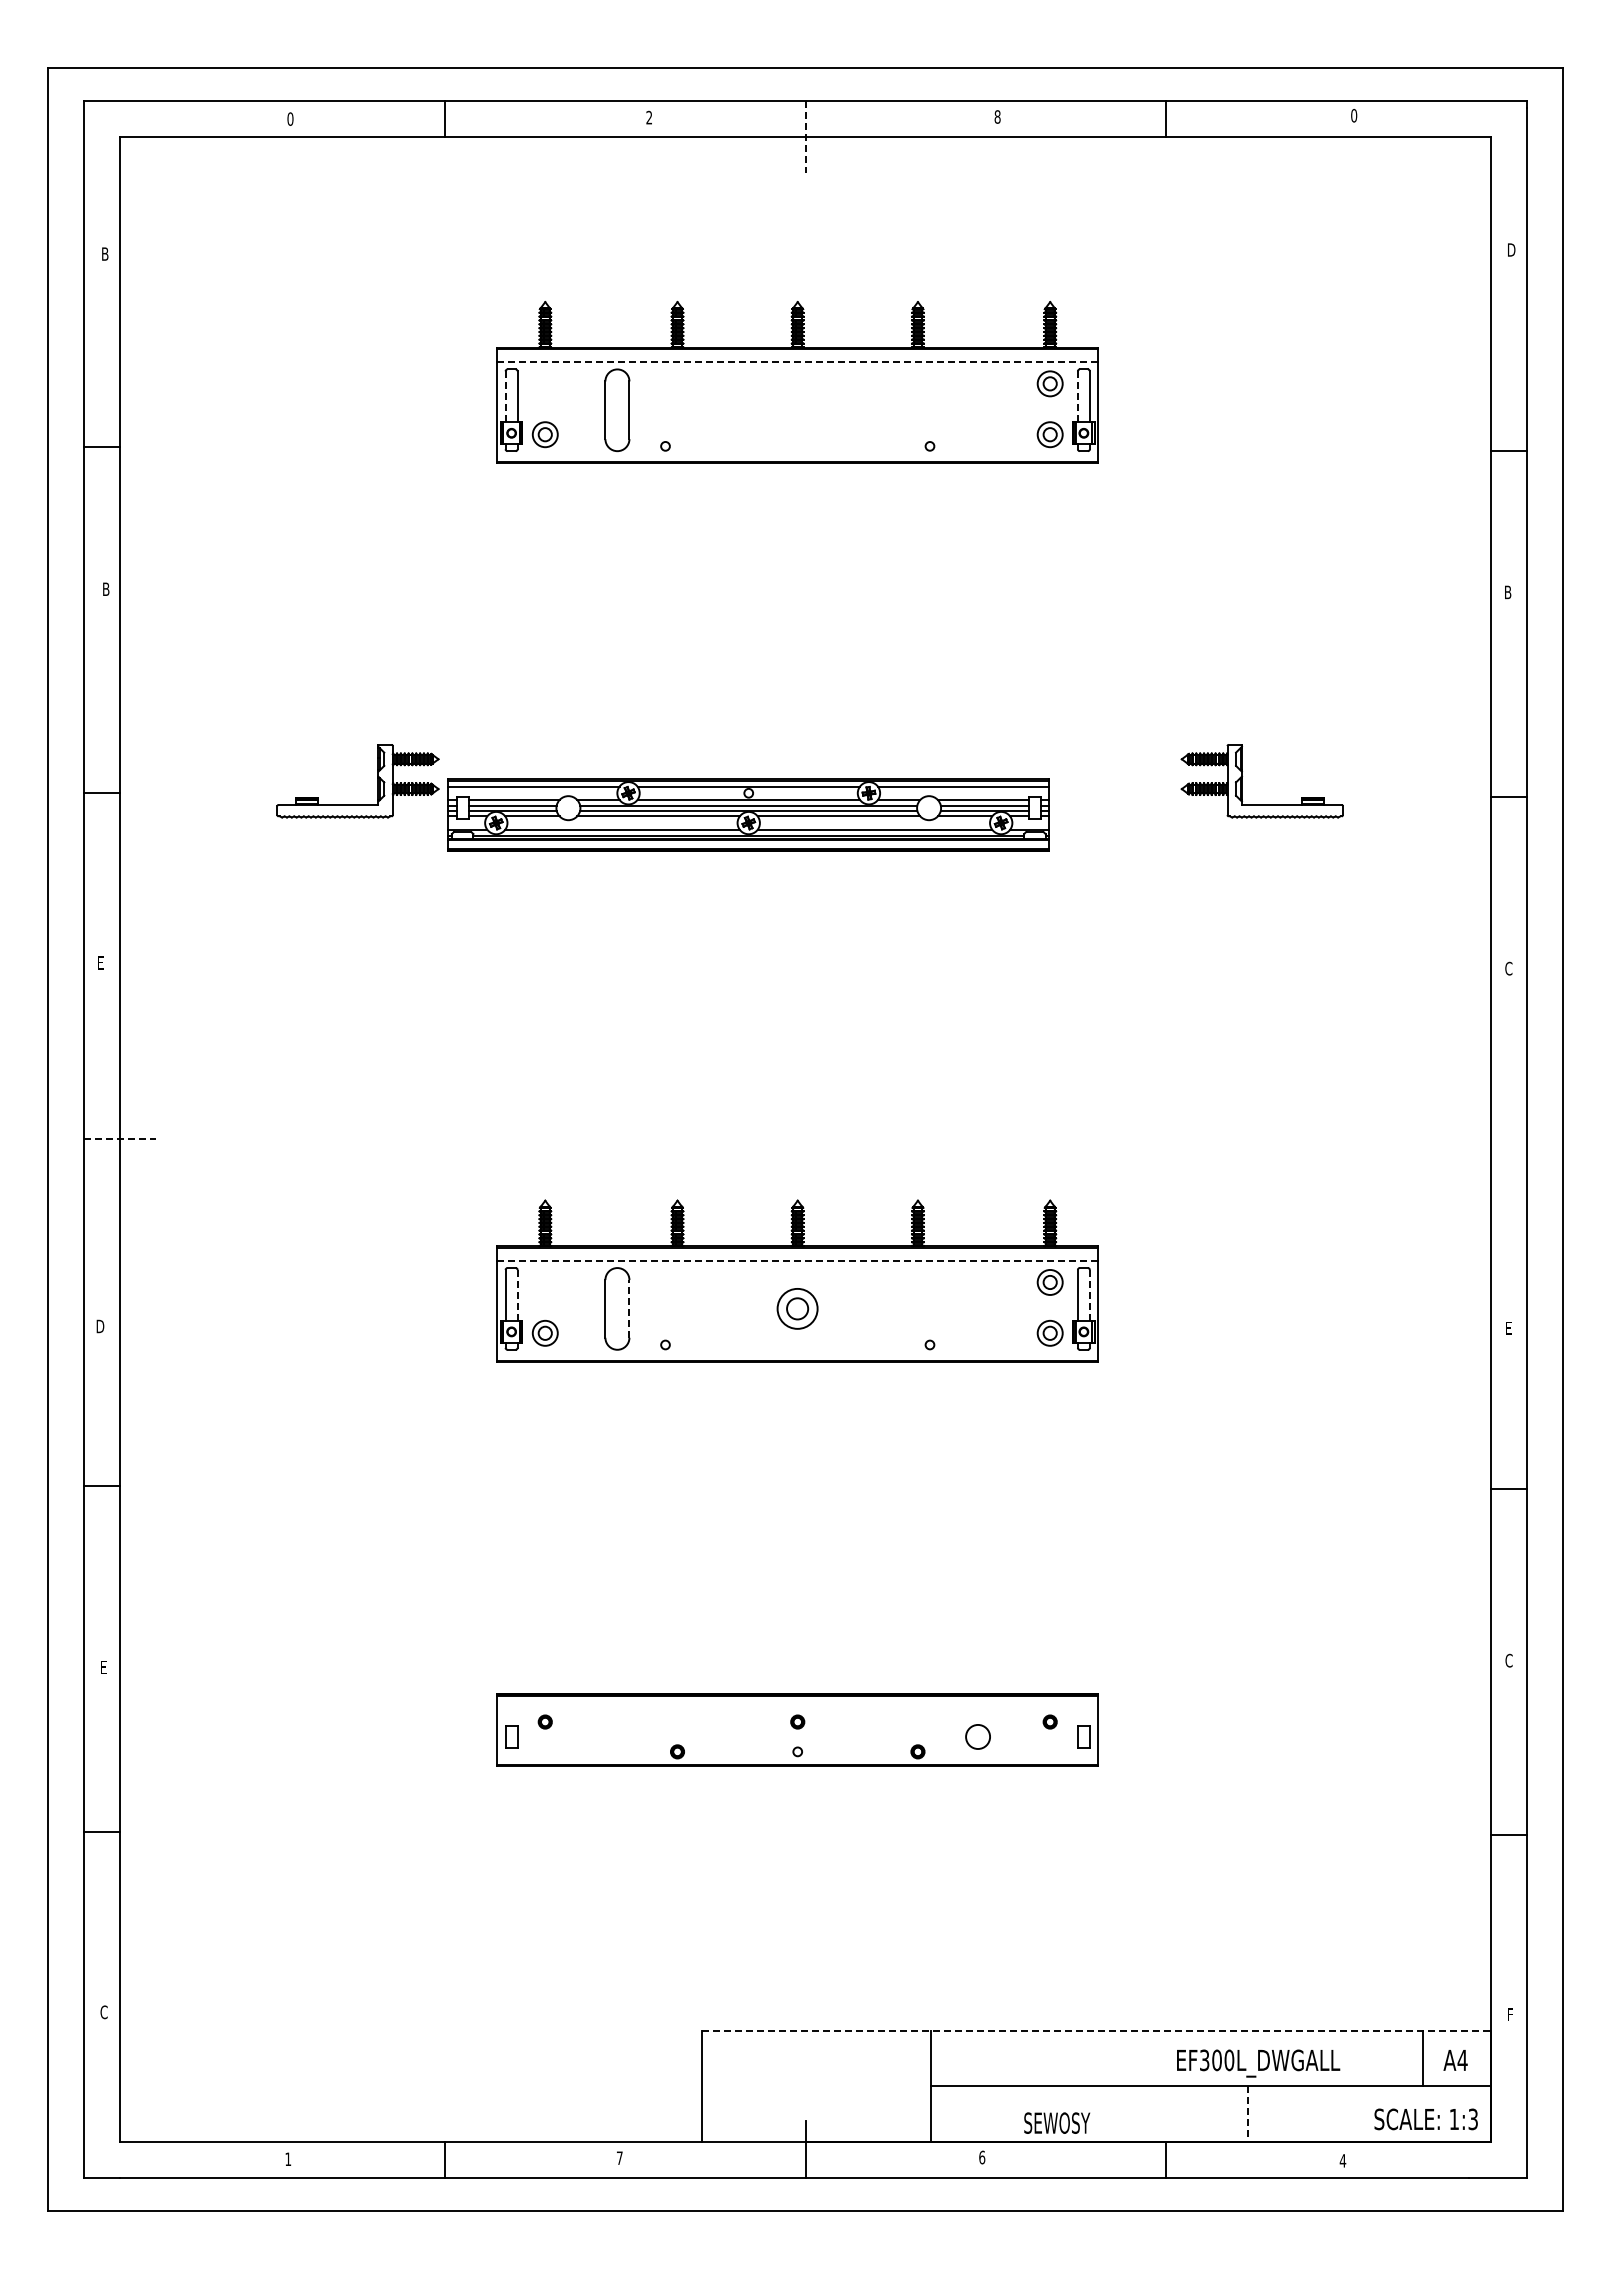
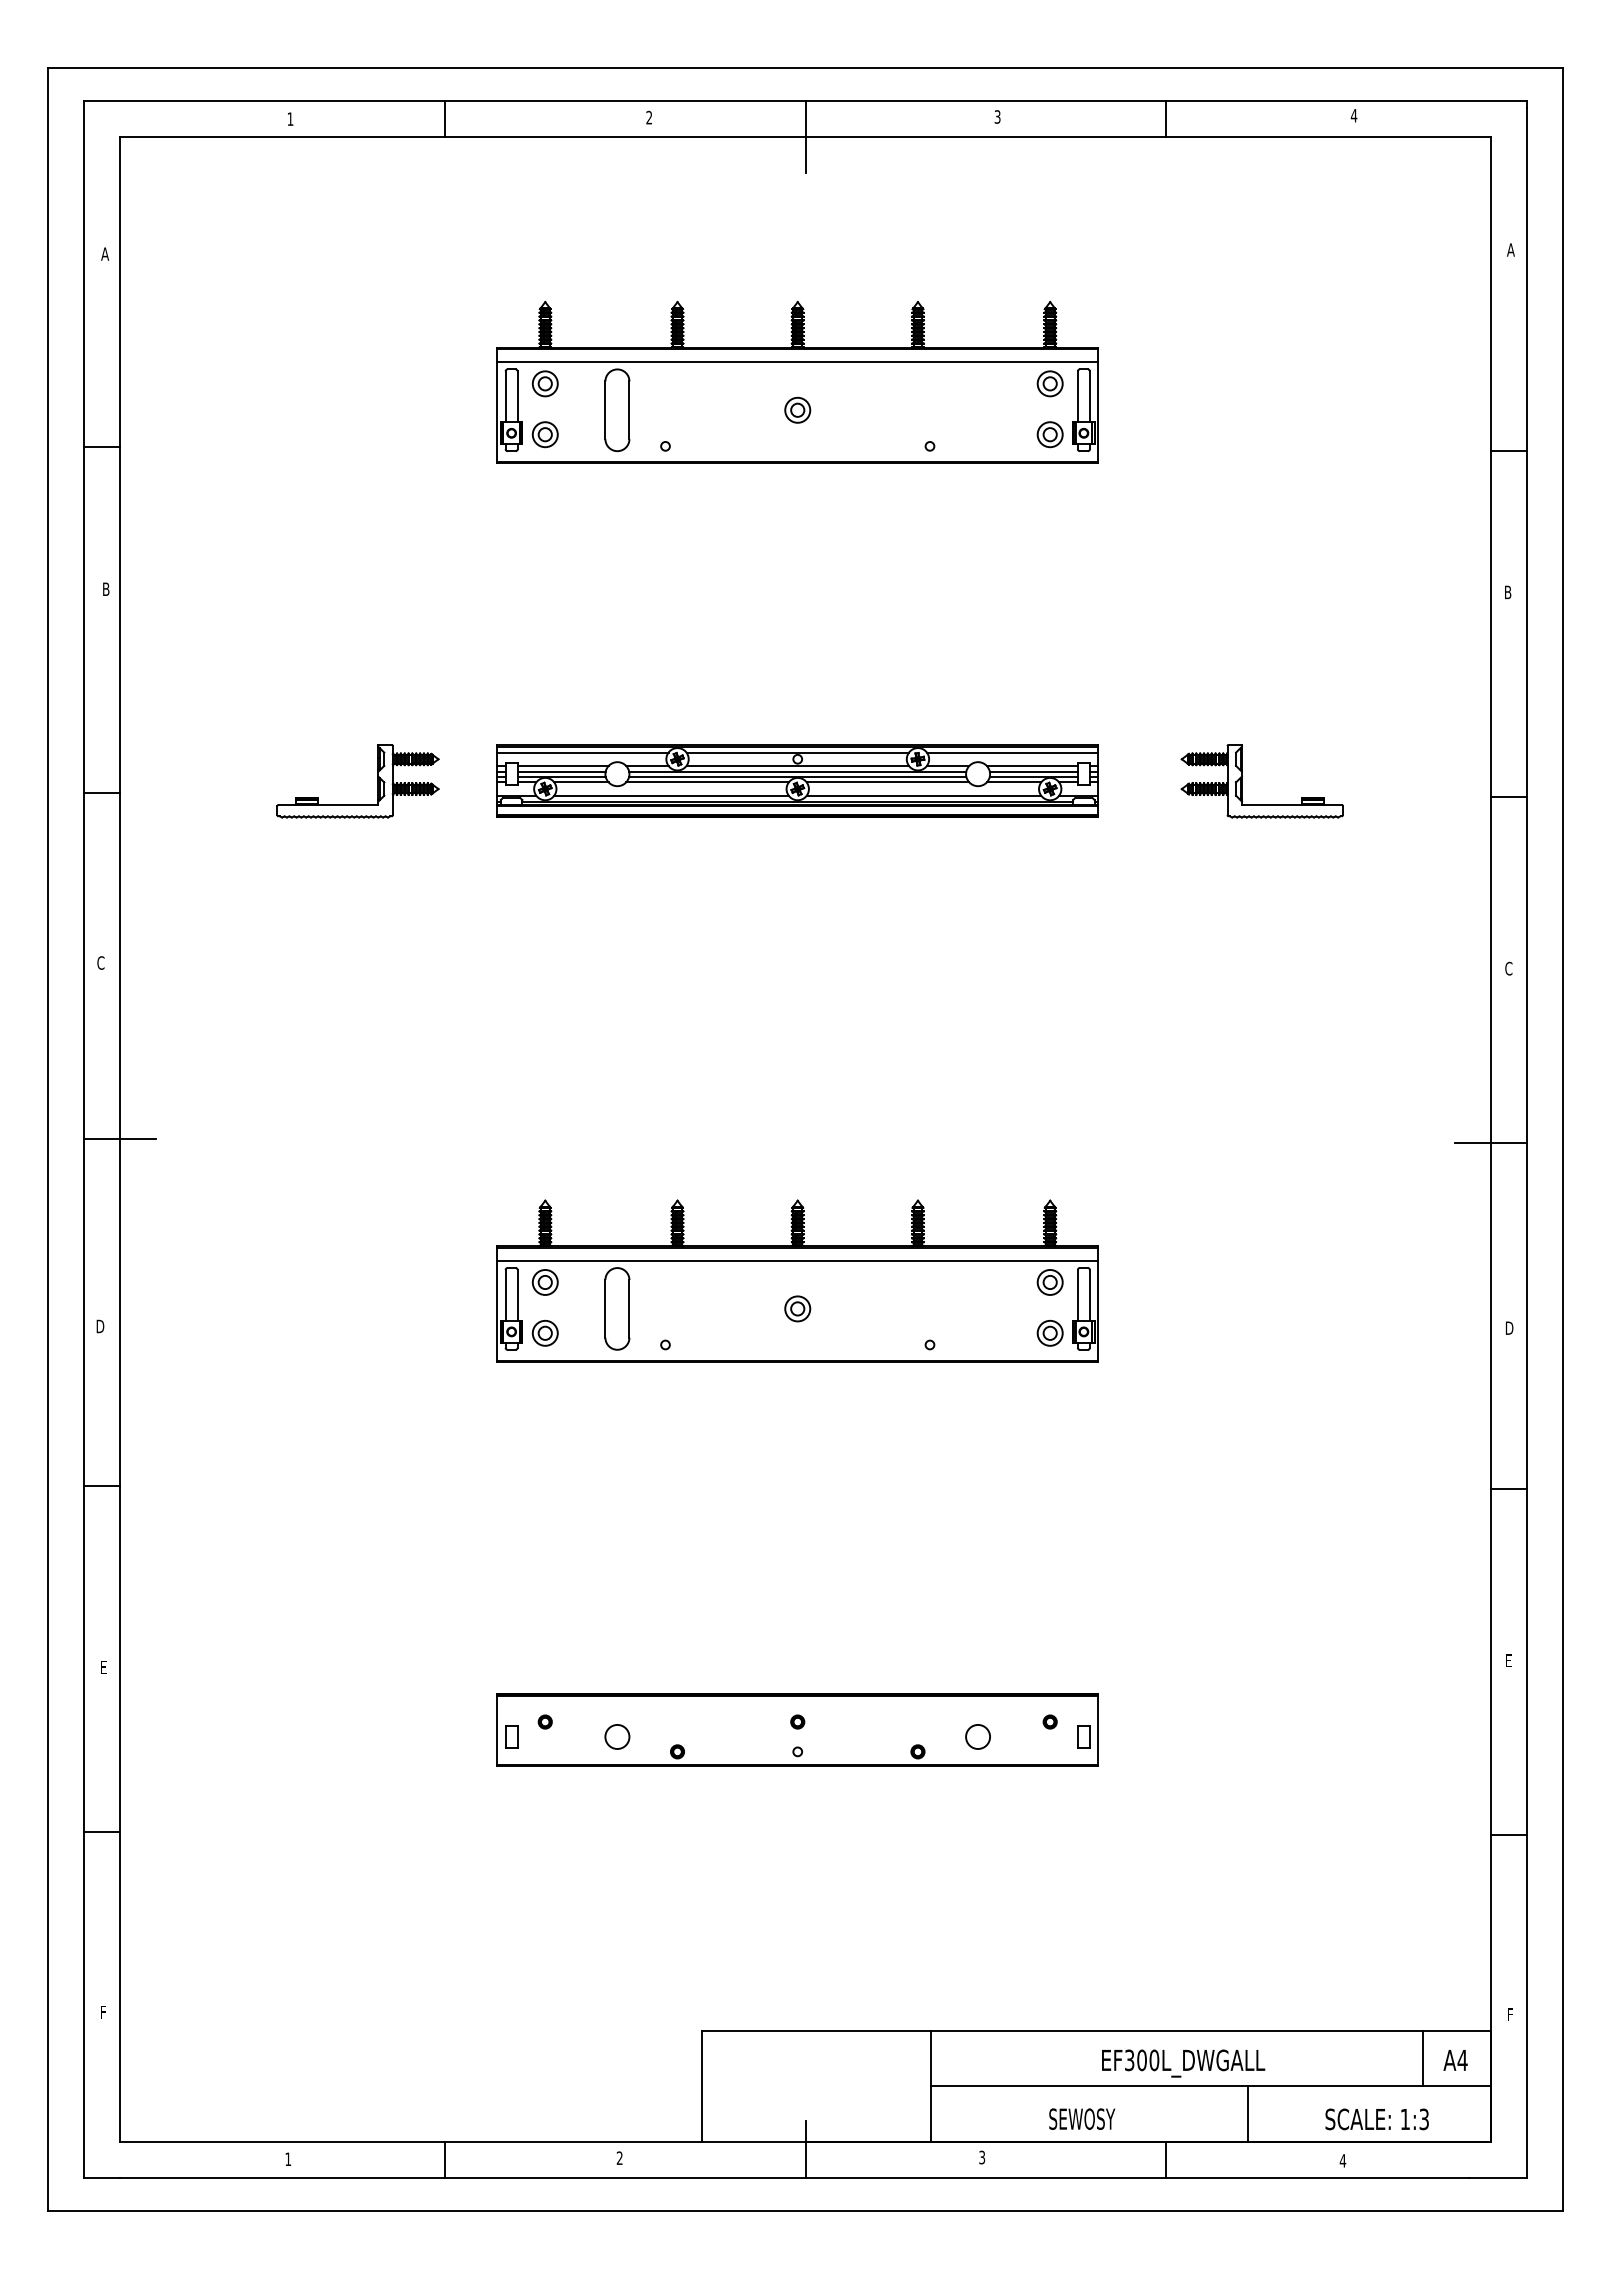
text at (1353, 115): 0 -> 4
text at (997, 116): 8 -> 3
text at (290, 118): 0 -> 1
line at (805, 137): dashed -> solid
text at (1511, 249): D -> A
text at (105, 253): B -> A
line at (797, 362): dashed -> solid
part at (544, 383): none -> present
line at (505, 396): dashed -> solid
line at (1077, 396): dashed -> solid
part at (797, 409): none -> present
part at (748, 814) position: (748, 814) -> (797, 780)
text at (100, 962): E -> C
line at (120, 1139): dashed -> solid
line at (1490, 1142): none -> present
line at (797, 1260): dashed -> solid
part at (544, 1282): none -> present
line at (517, 1295): dashed -> solid
line at (1089, 1295): dashed -> solid
line at (629, 1308): dashed -> solid
part at (797, 1308) size: 43x42 px -> 28x28 px
text at (1509, 1327): E -> D
text at (1508, 1660): C -> E
circle at (617, 1736): none -> present
text at (103, 2012): C -> F
line at (1096, 2030): dashed -> solid
text at (1258, 2063) position: (1258, 2063) -> (1183, 2063)
line at (1247, 2114): dashed -> solid
text at (1425, 2119) position: (1425, 2119) -> (1376, 2119)
text at (1057, 2122) position: (1057, 2122) -> (1082, 2118)
text at (619, 2157): 7 -> 2
text at (982, 2157): 6 -> 3
